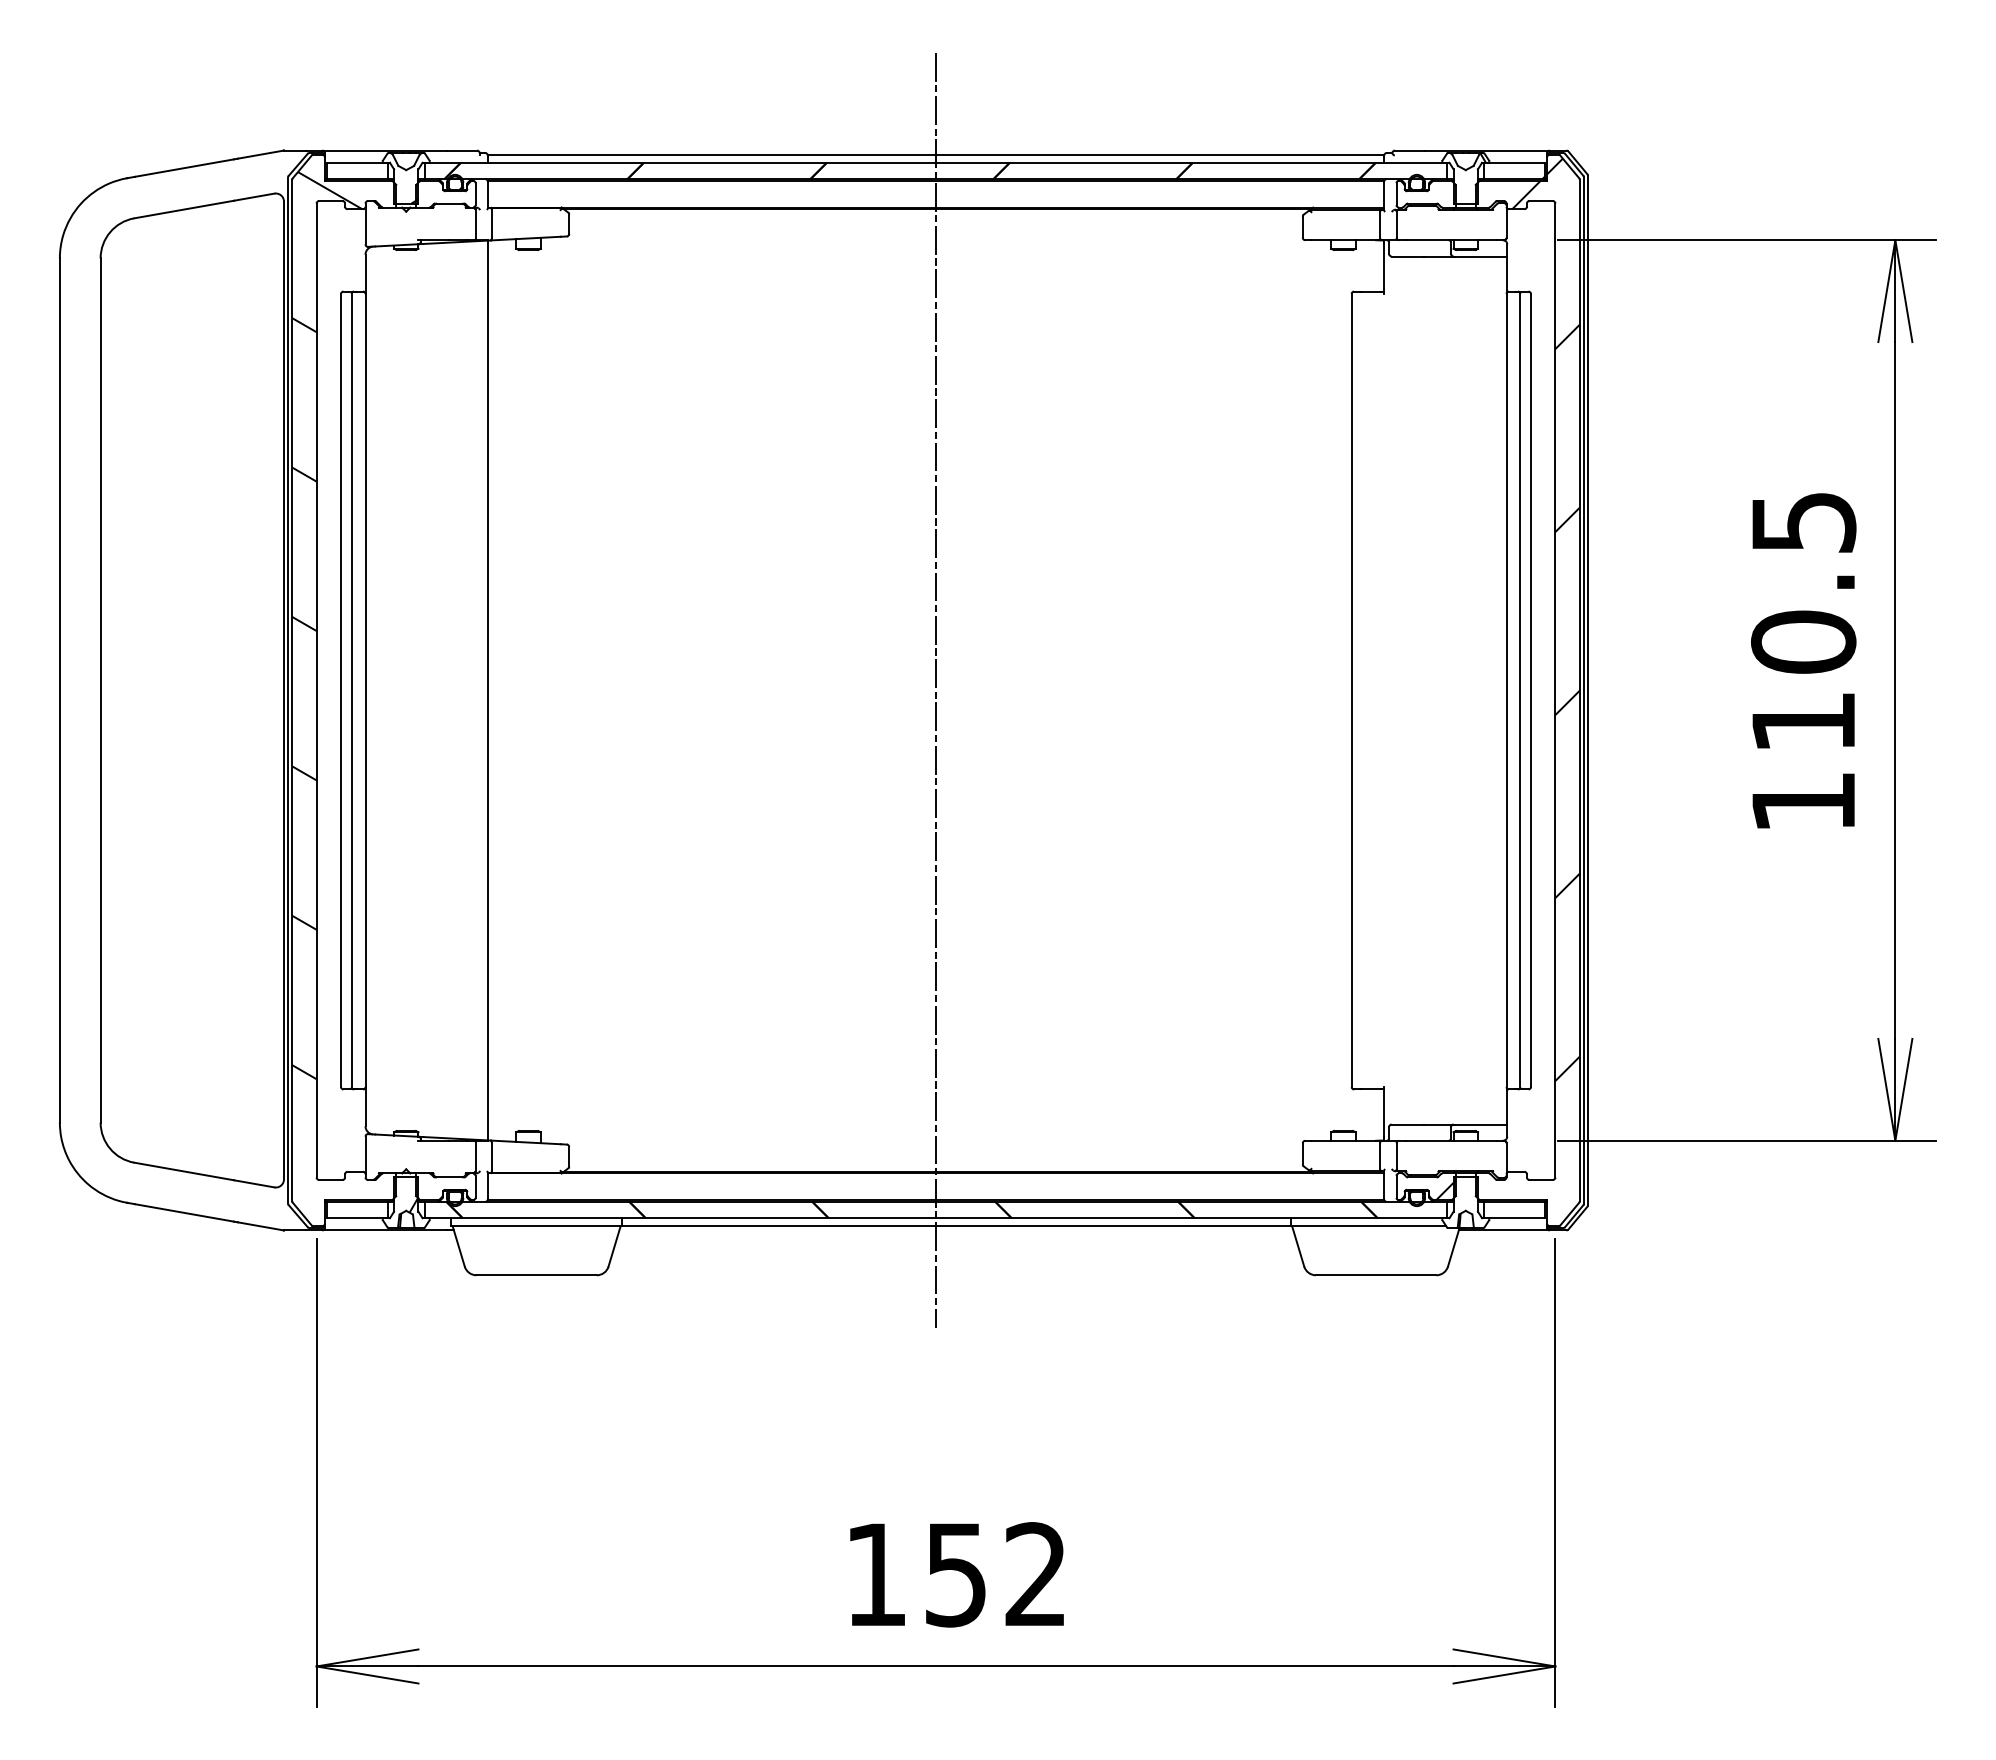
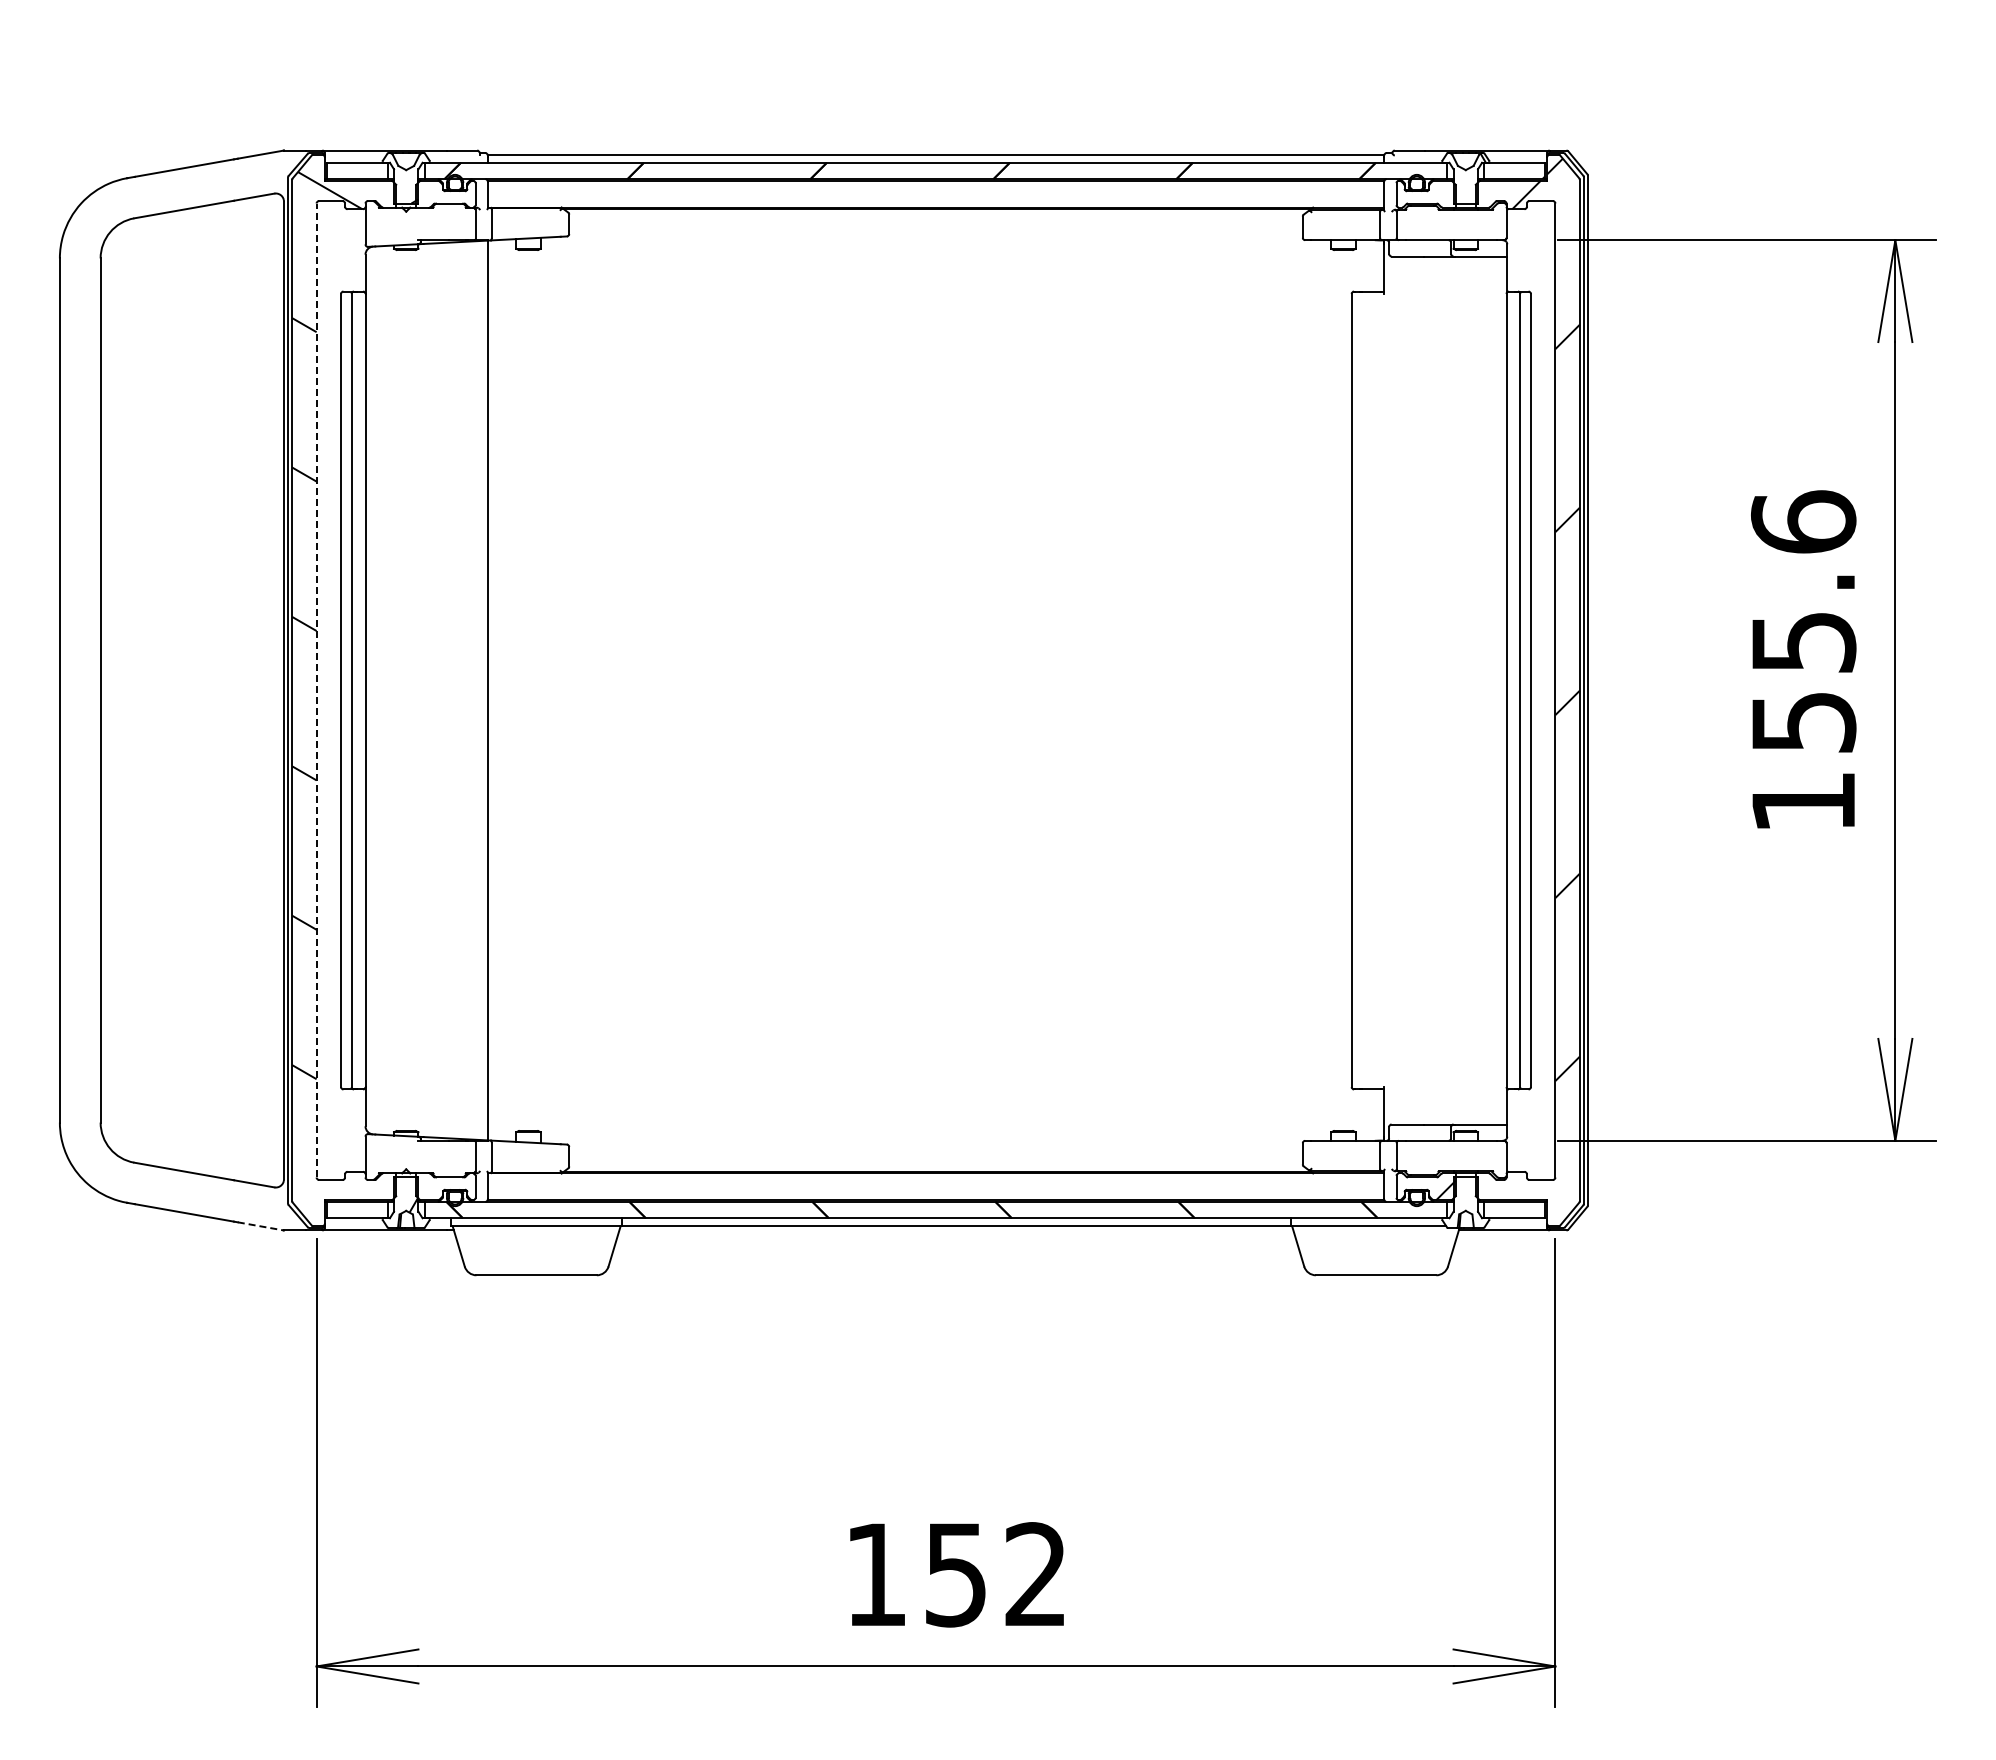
text at (1803, 621): 110.5 -> 155.6
line at (316, 690): solid -> dashed
line at (936, 690): present -> none
line at (261, 1226): solid -> dashed
